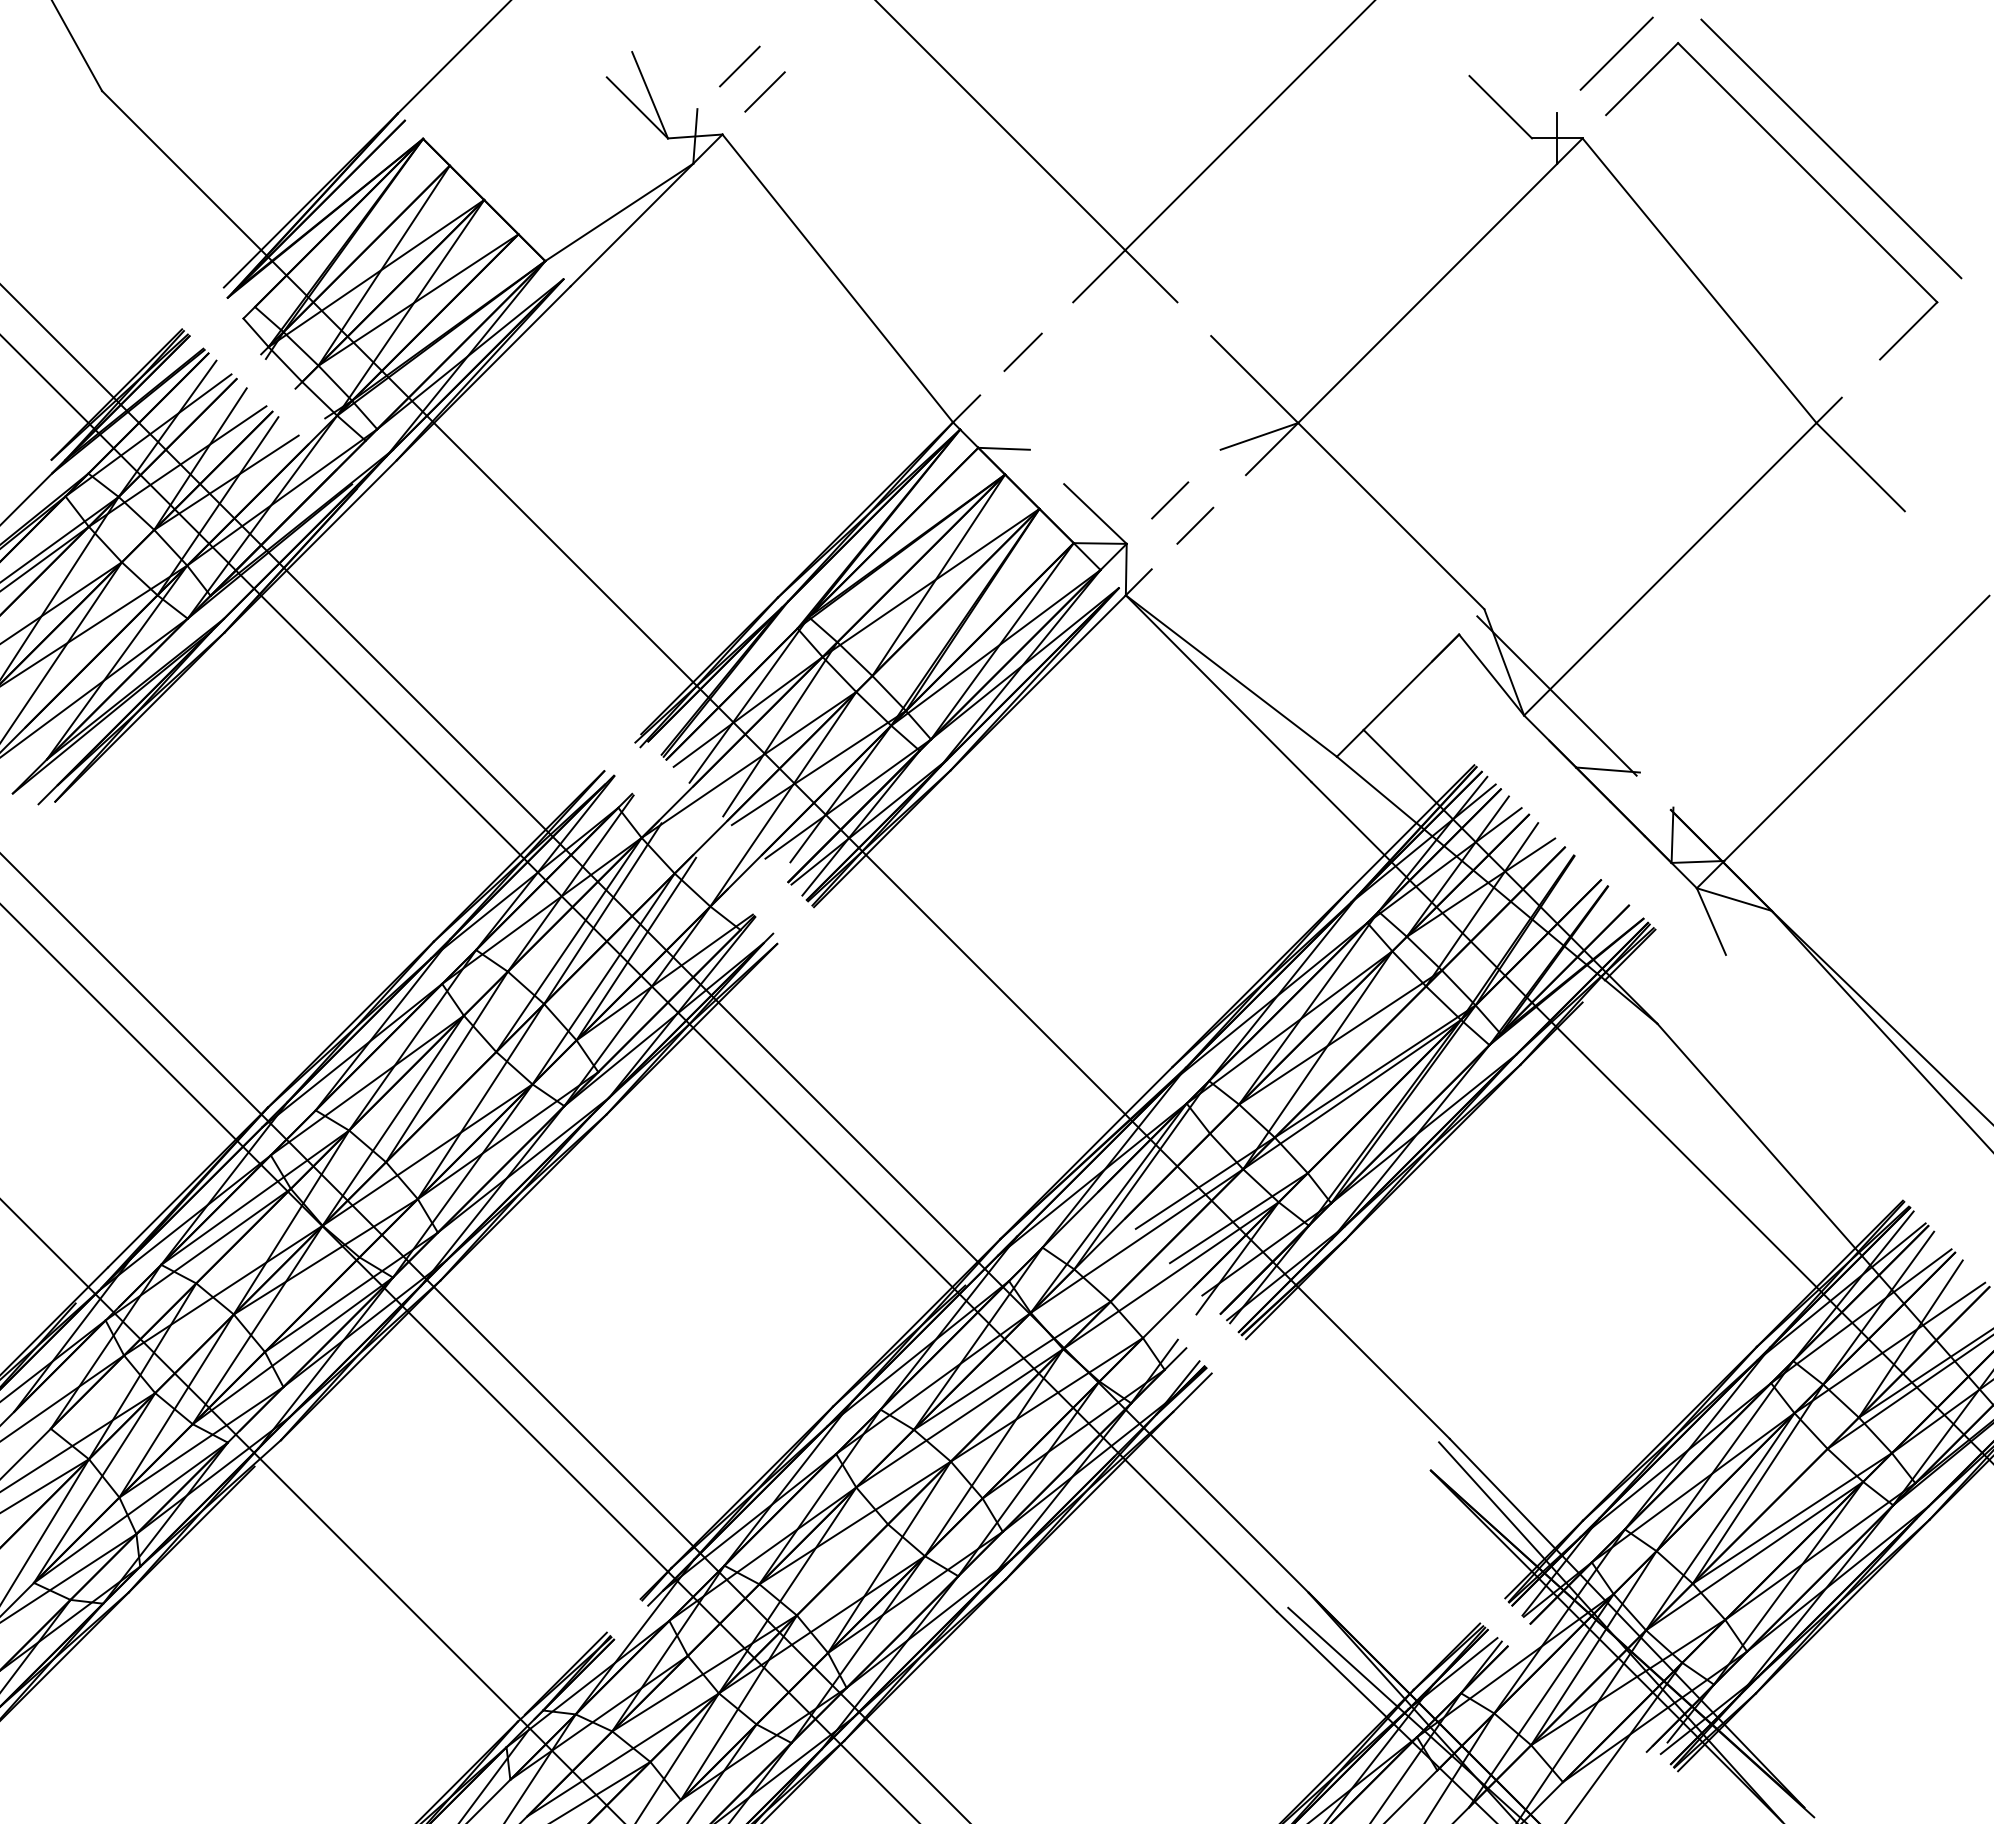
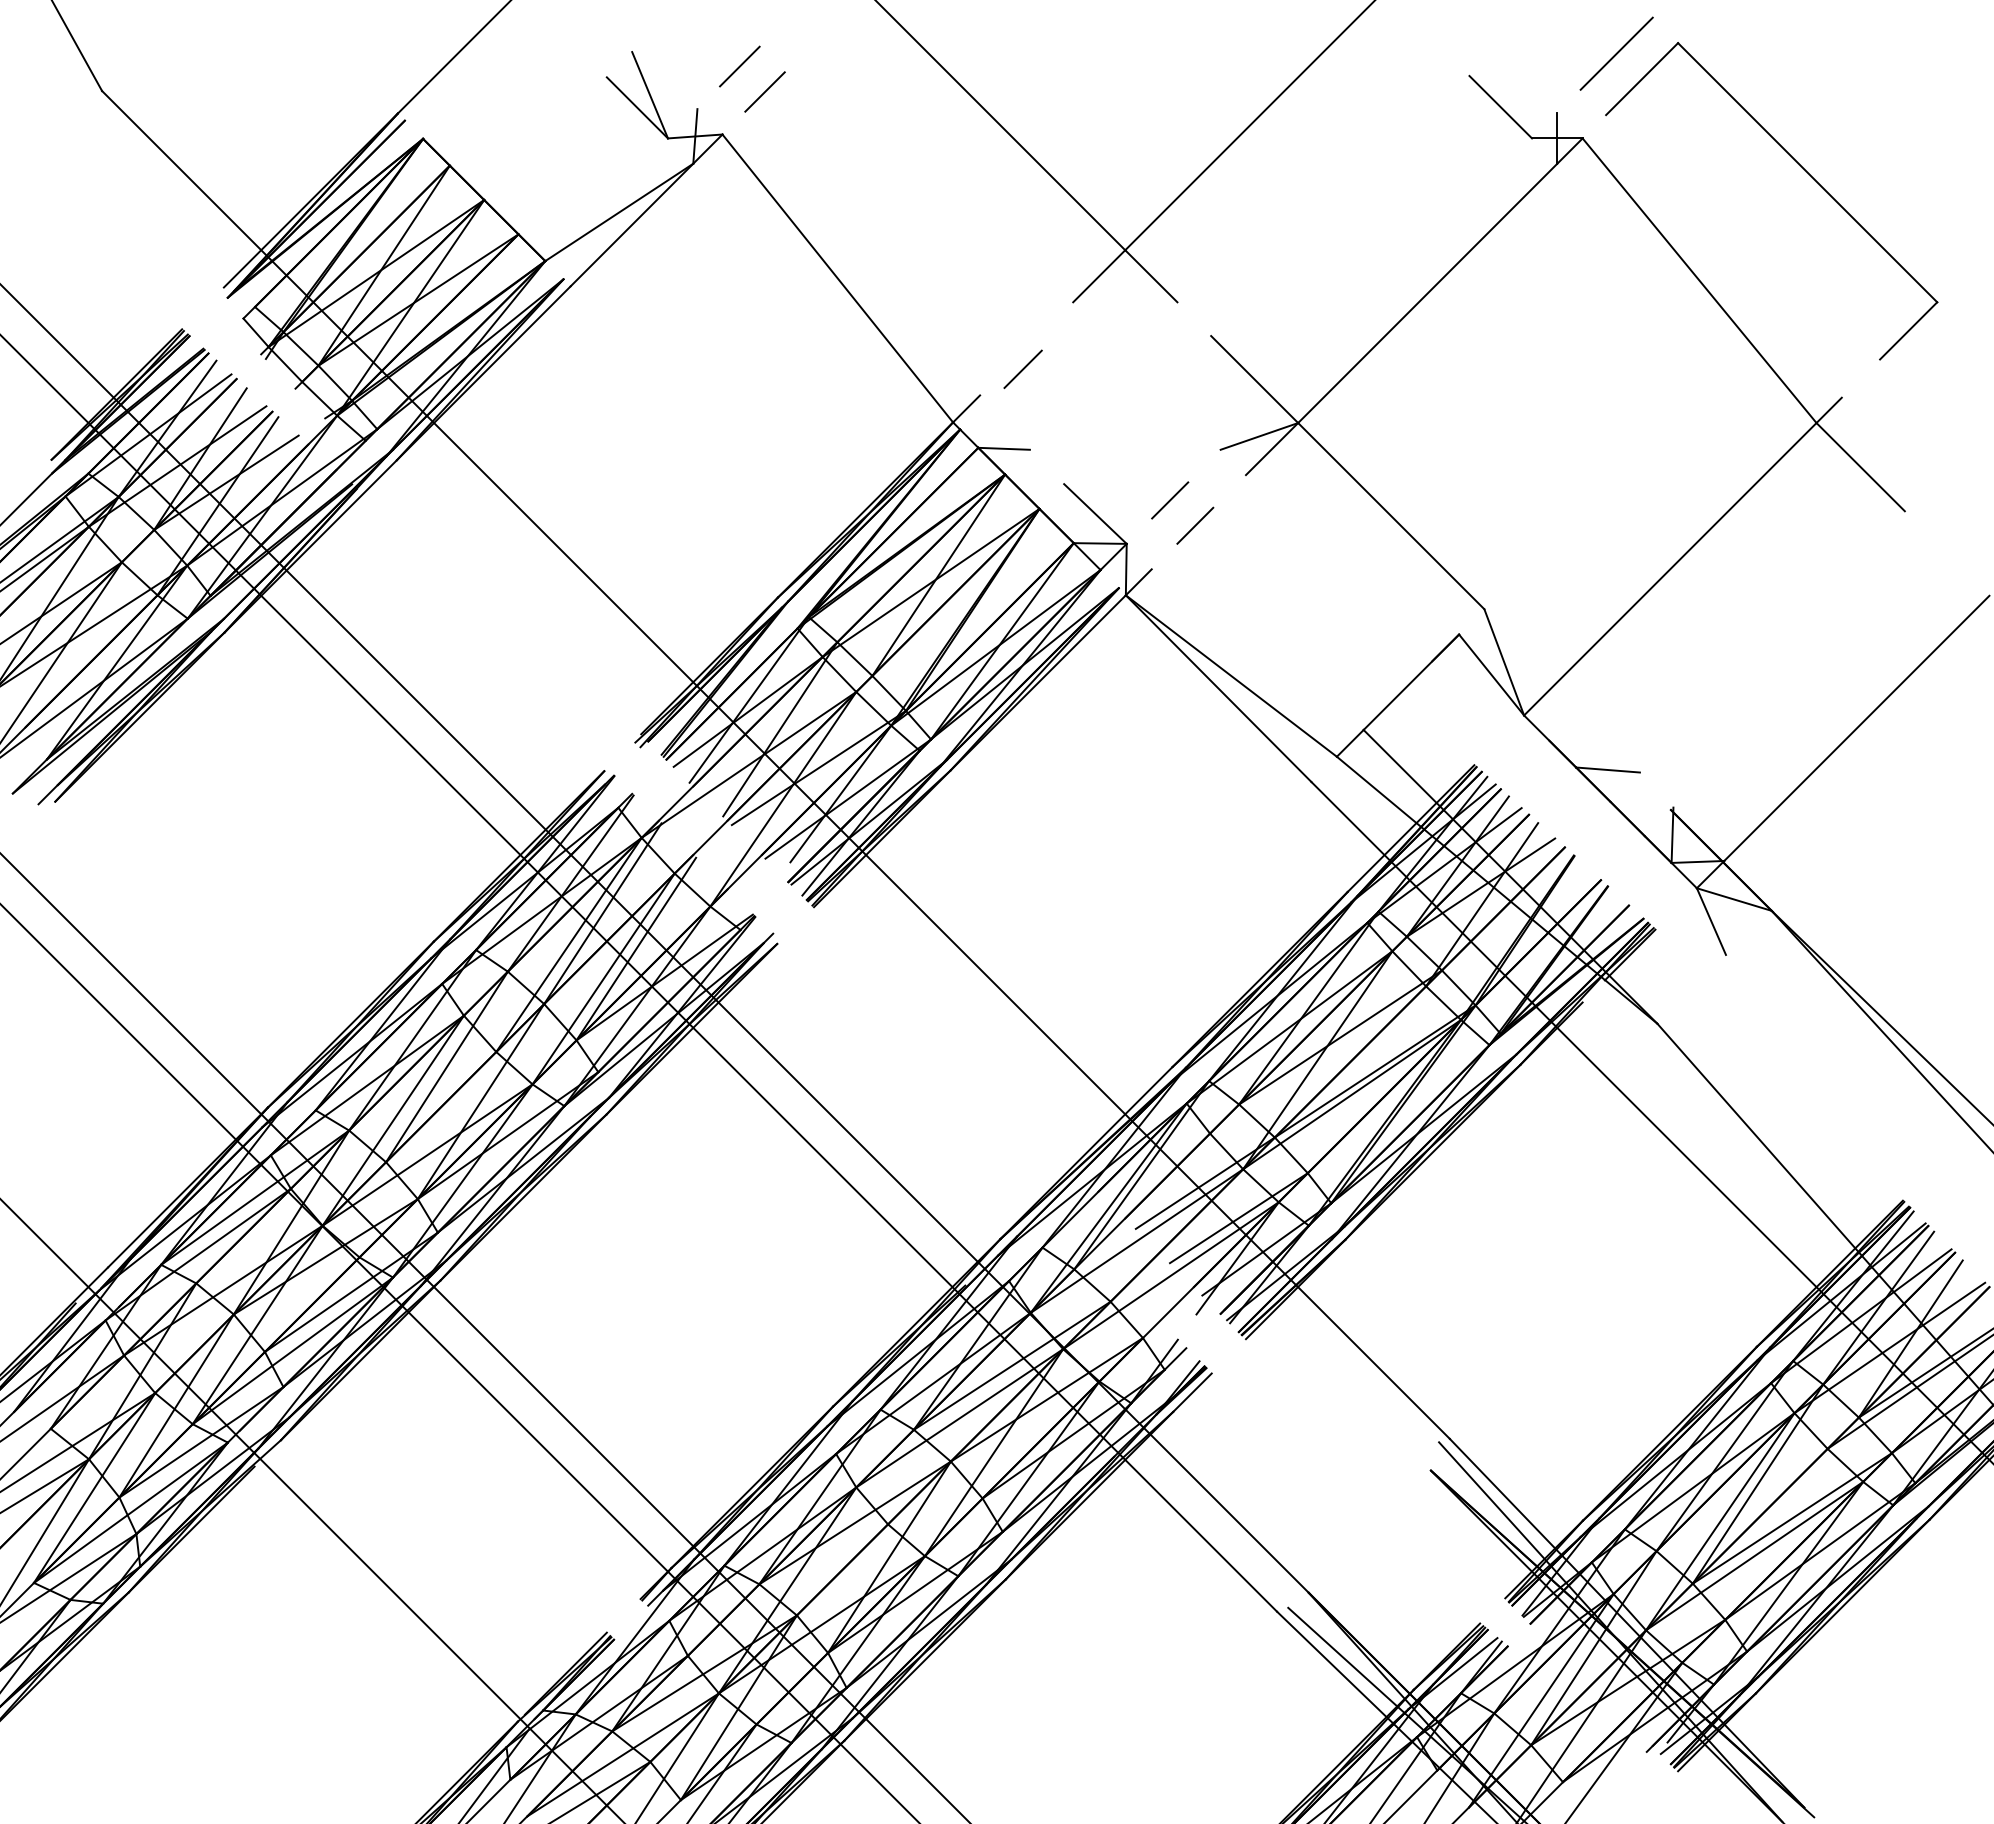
line at (1831, 148): present -> none
line at (1022, 351) position: (1022, 351) -> (1022, 368)
line at (1556, 695): present -> none
